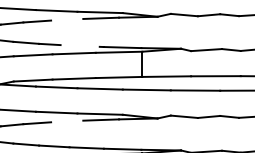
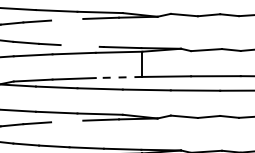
line at (118, 77): solid -> dashed
